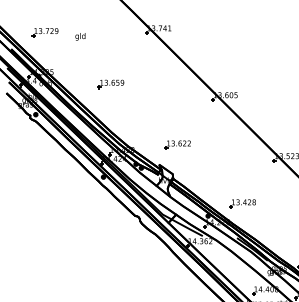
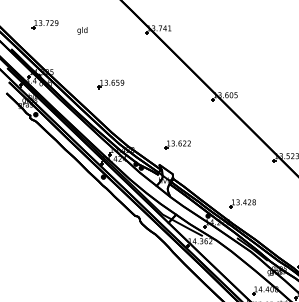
part at (44, 32) position: (44, 32) -> (44, 24)
text at (80, 36) position: (80, 36) -> (82, 30)
